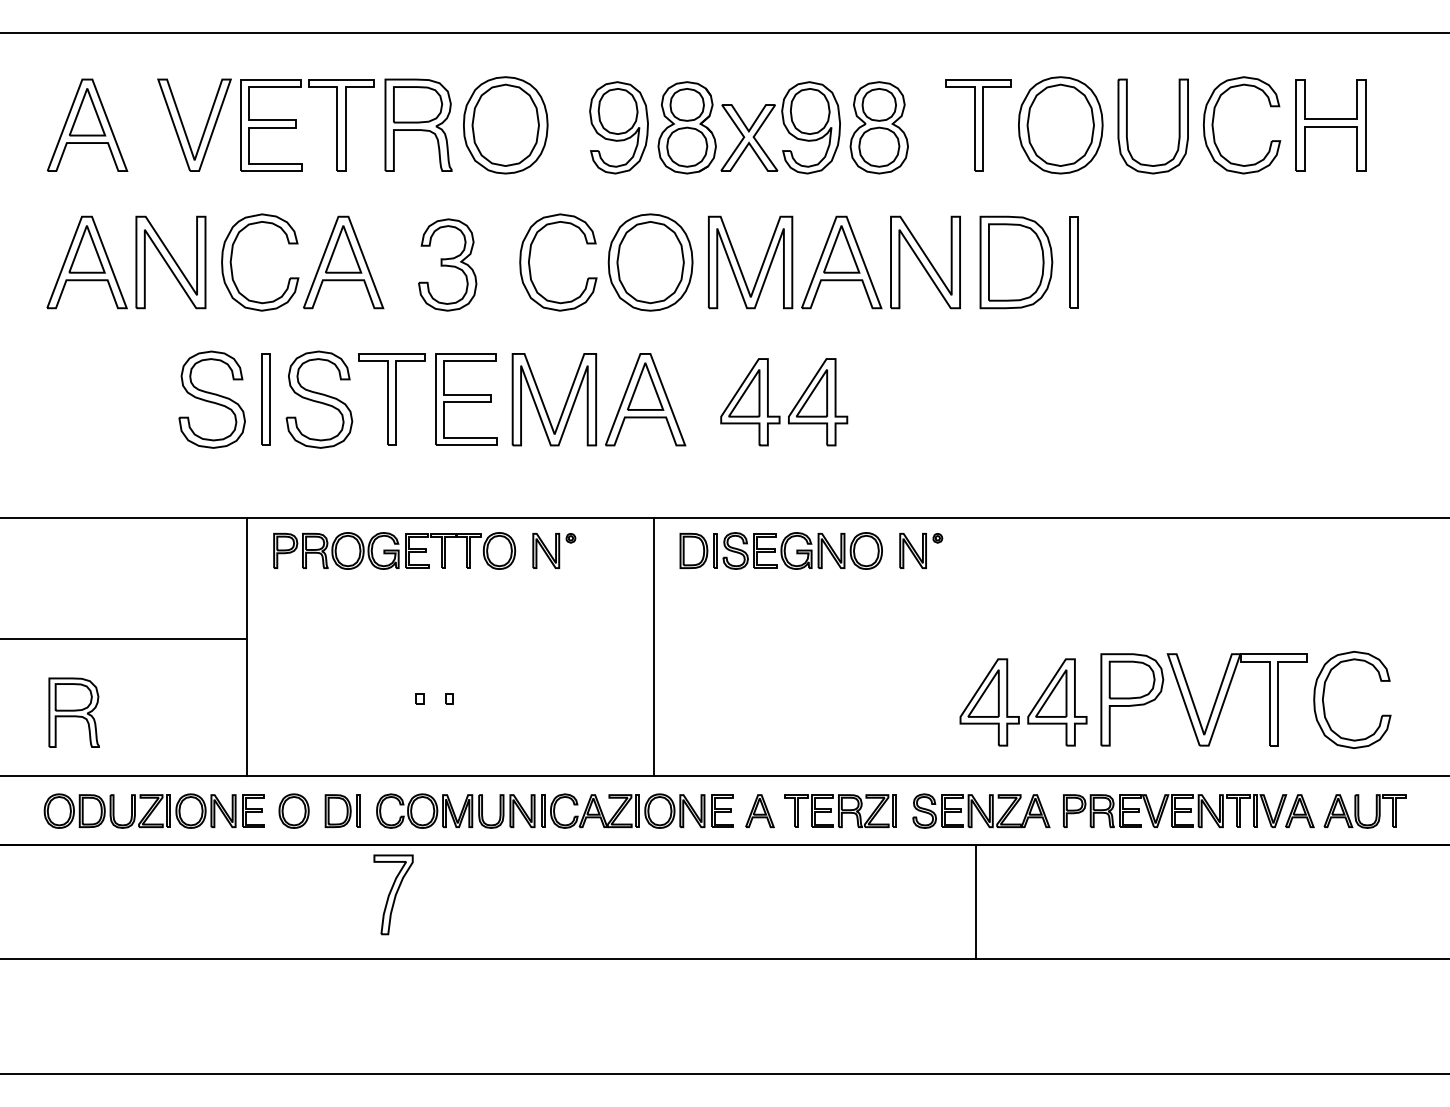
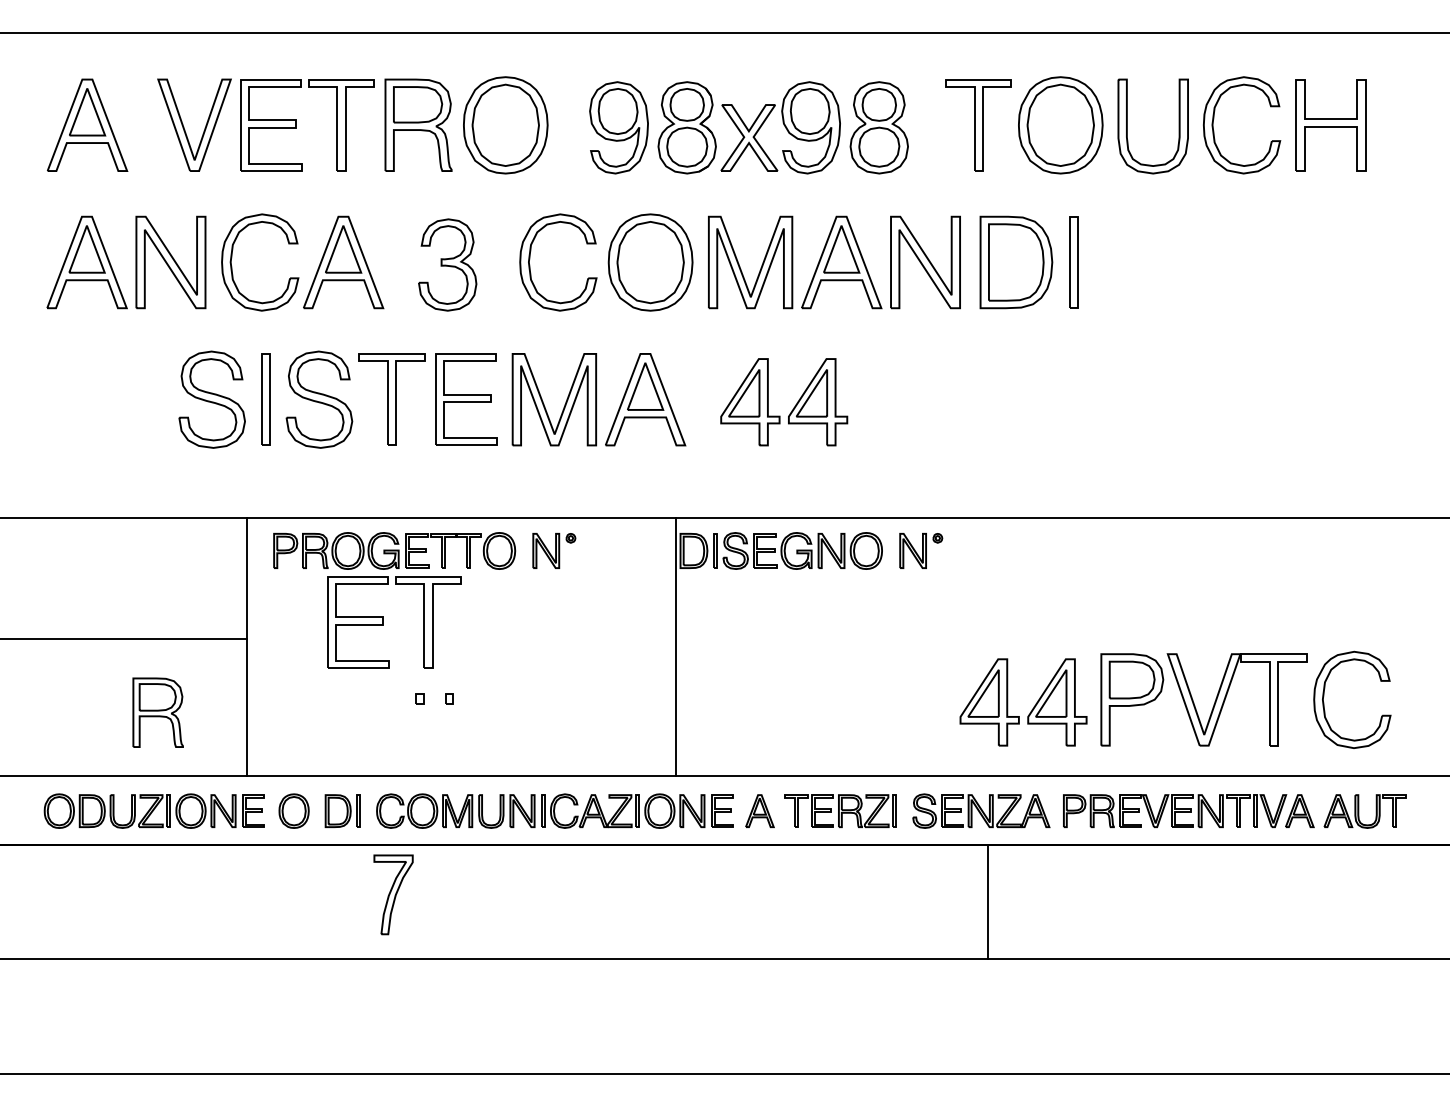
part at (383, 622): none -> present
line at (653, 647) position: (653, 647) -> (675, 647)
part at (73, 712) position: (73, 712) -> (157, 712)
line at (976, 902) position: (976, 902) -> (988, 902)
